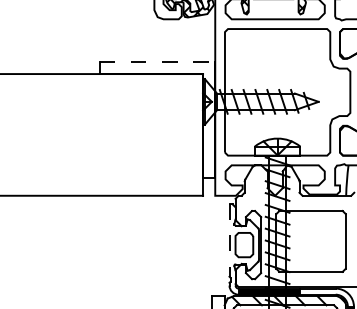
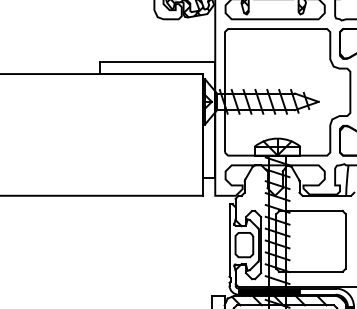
line at (157, 61): dashed -> solid
line at (229, 241): dashed -> solid
